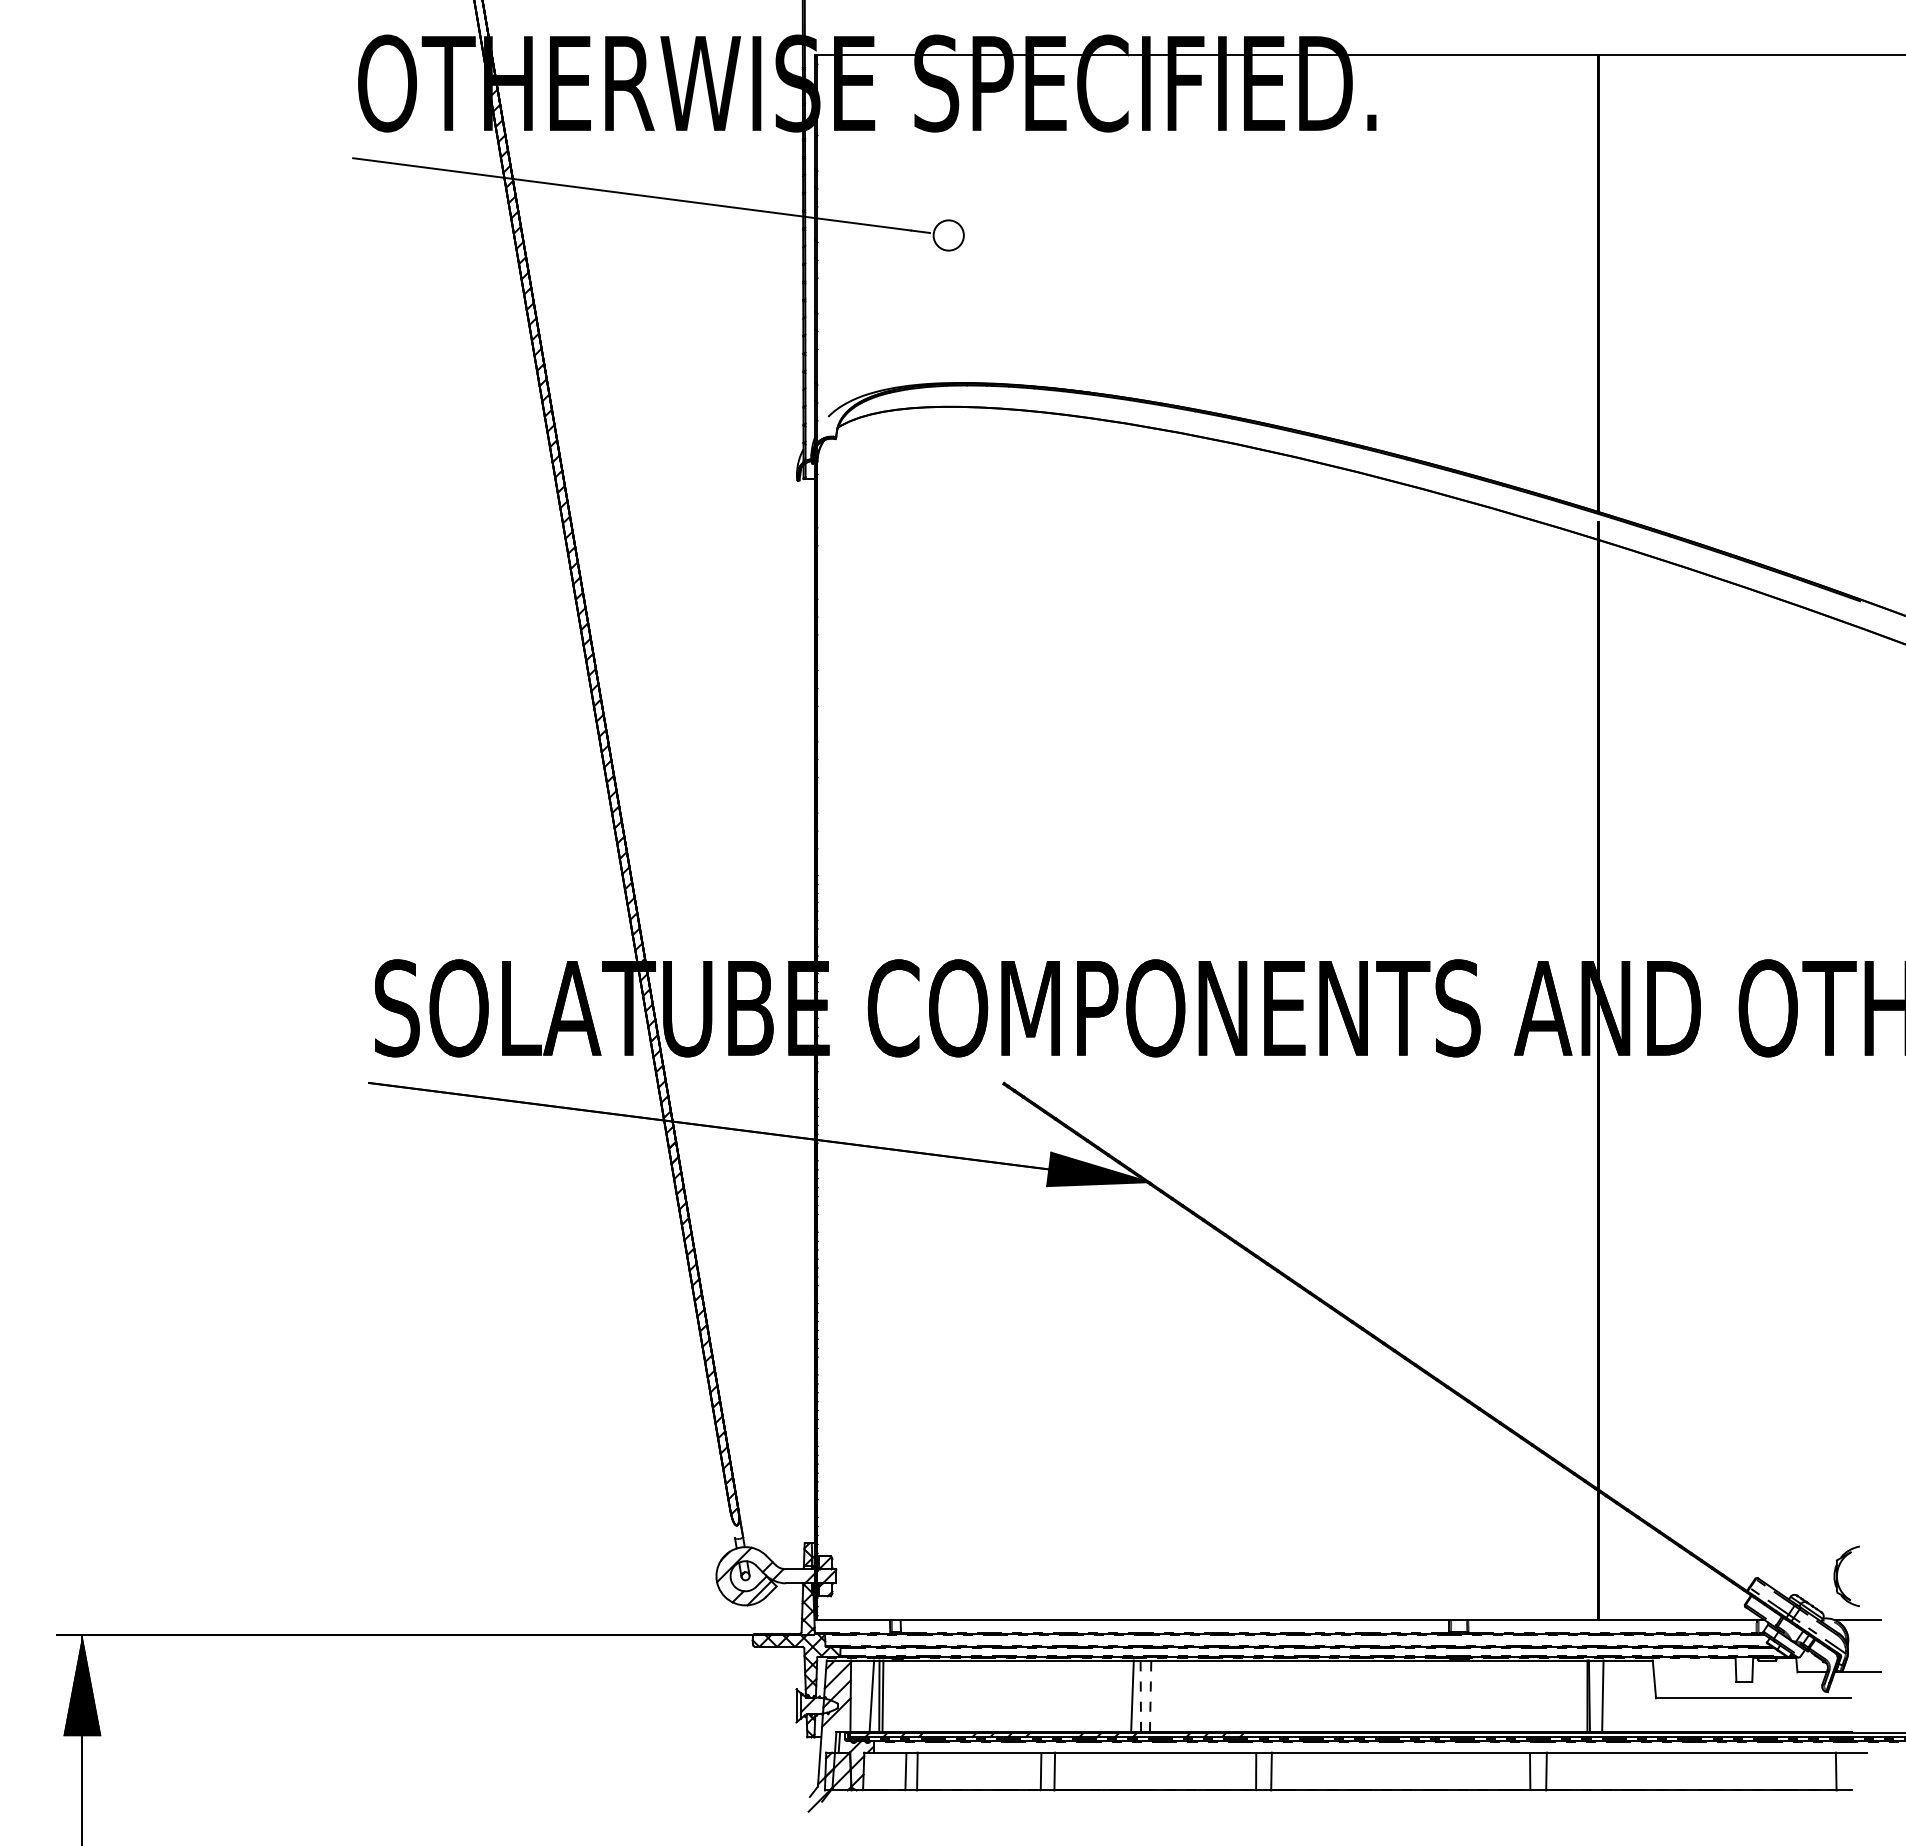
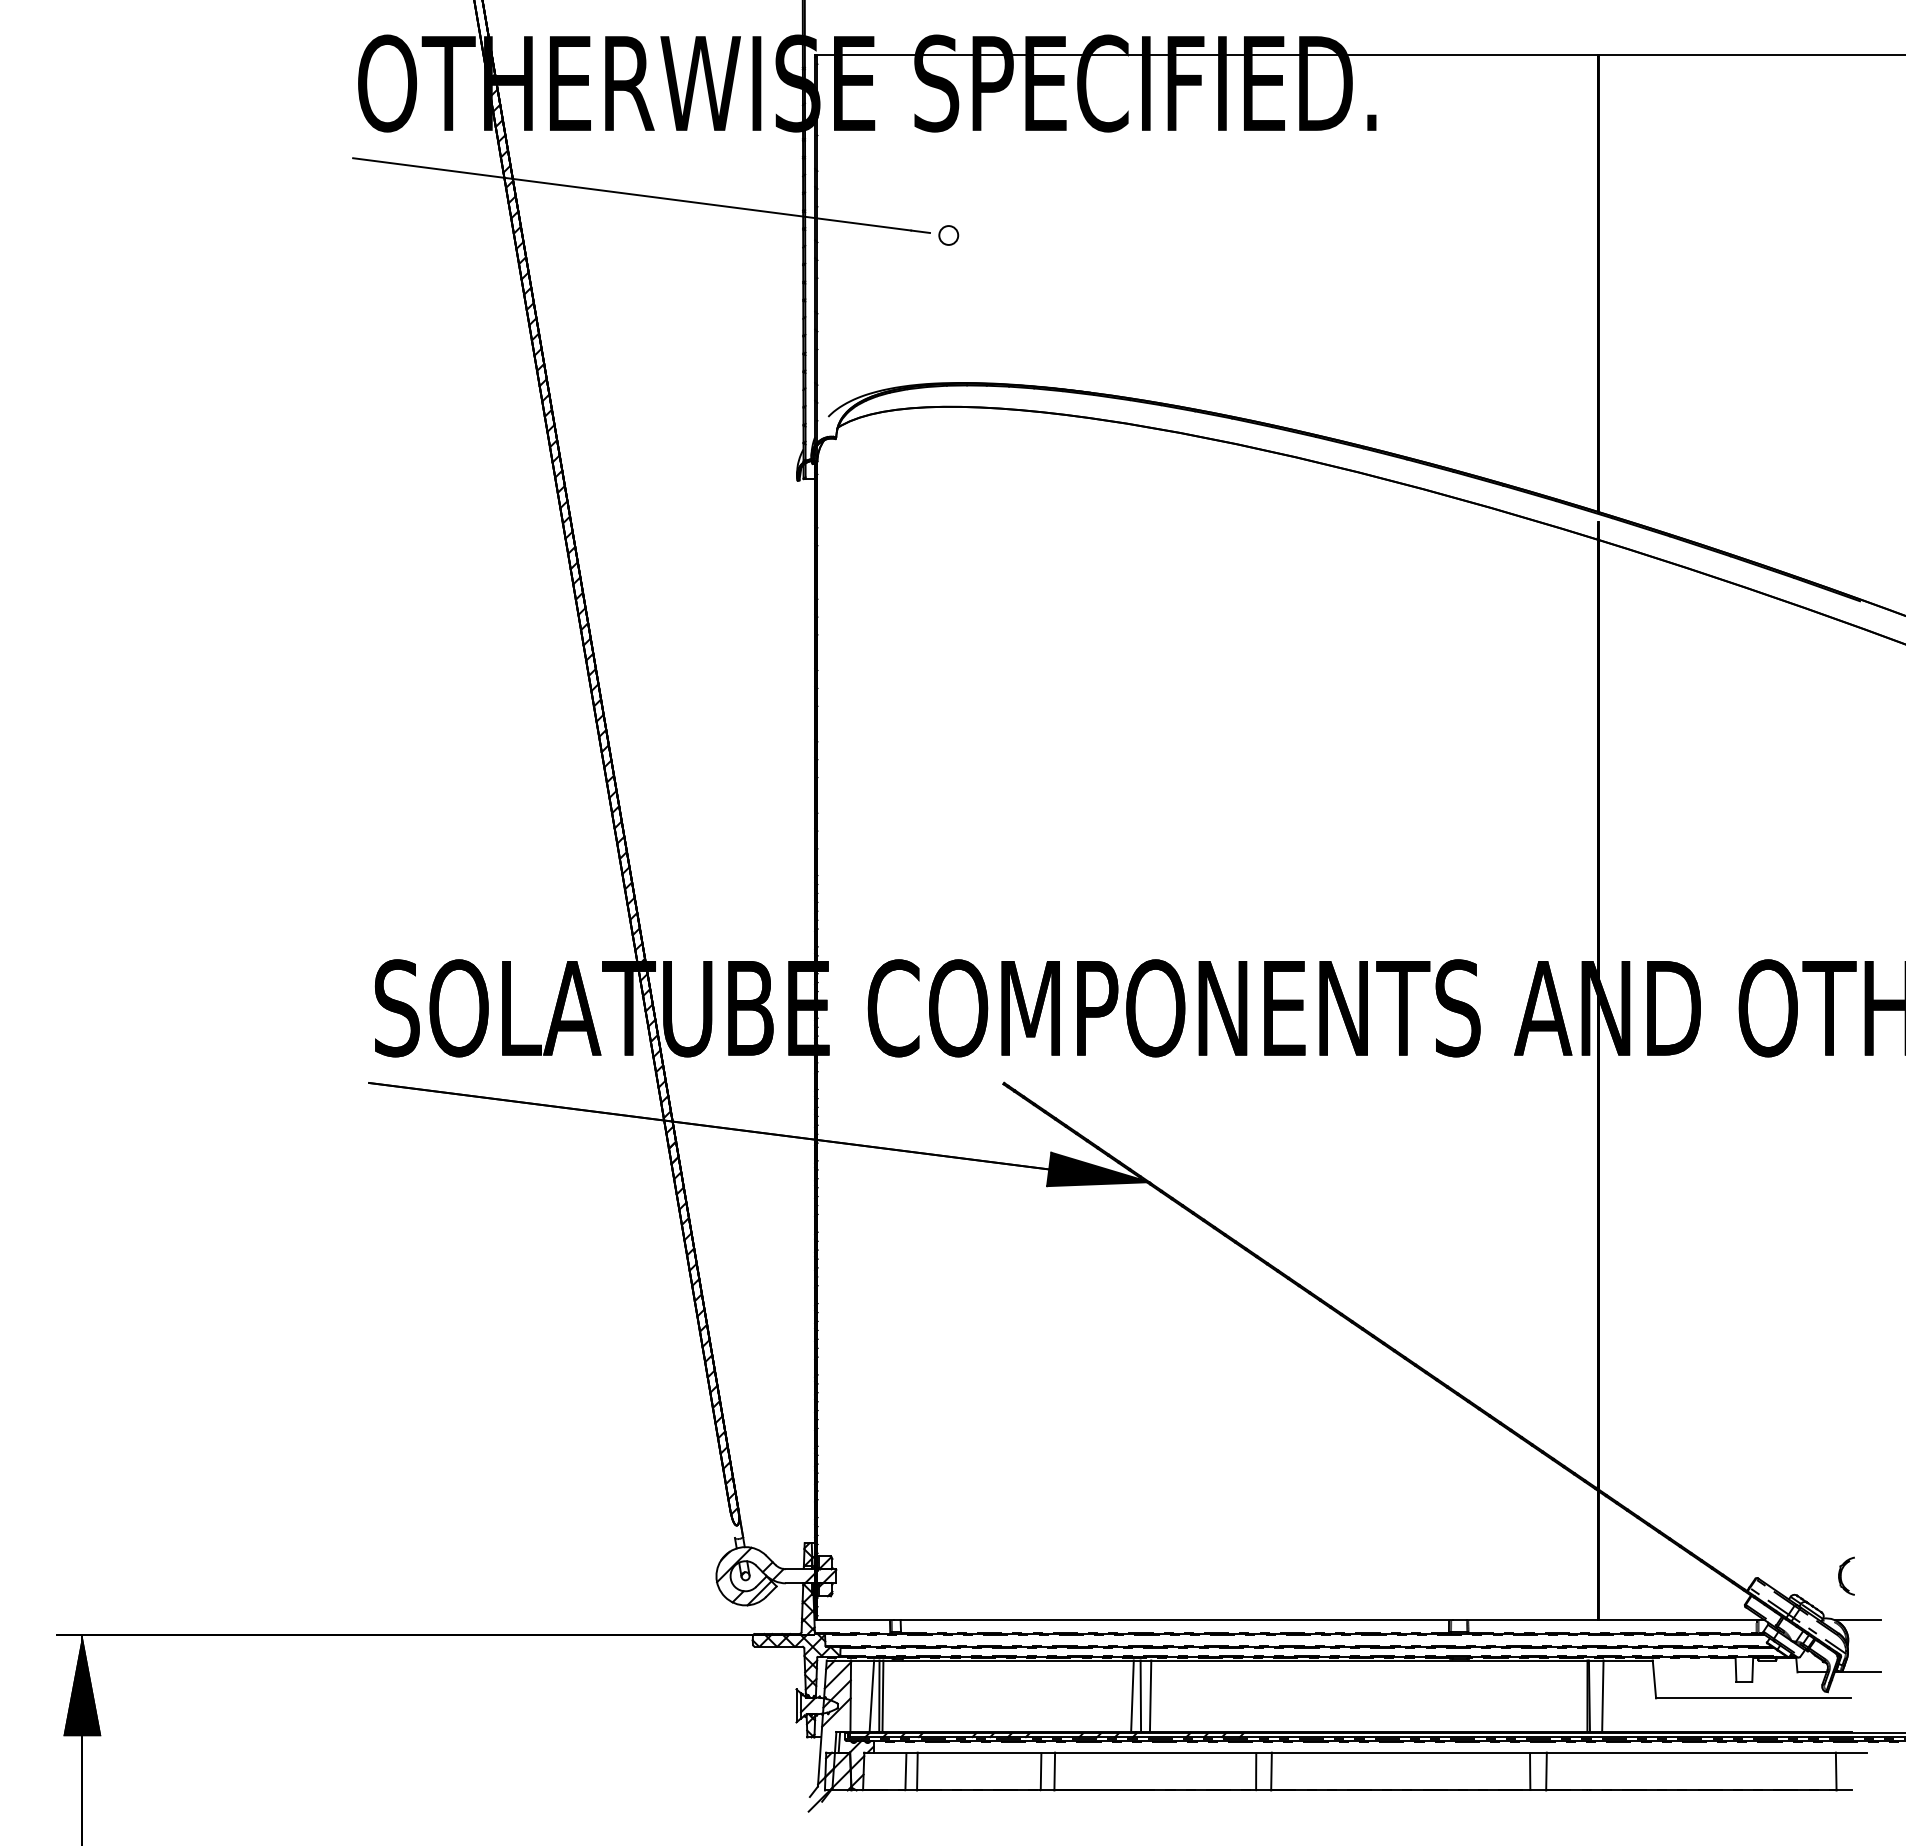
circle at (948, 235) diameter: 30 px -> 19 px
part at (1846, 1576) size: 27x63 px -> 17x40 px
line at (1140, 1696): dashed -> solid
line at (1150, 1696): dashed -> solid
